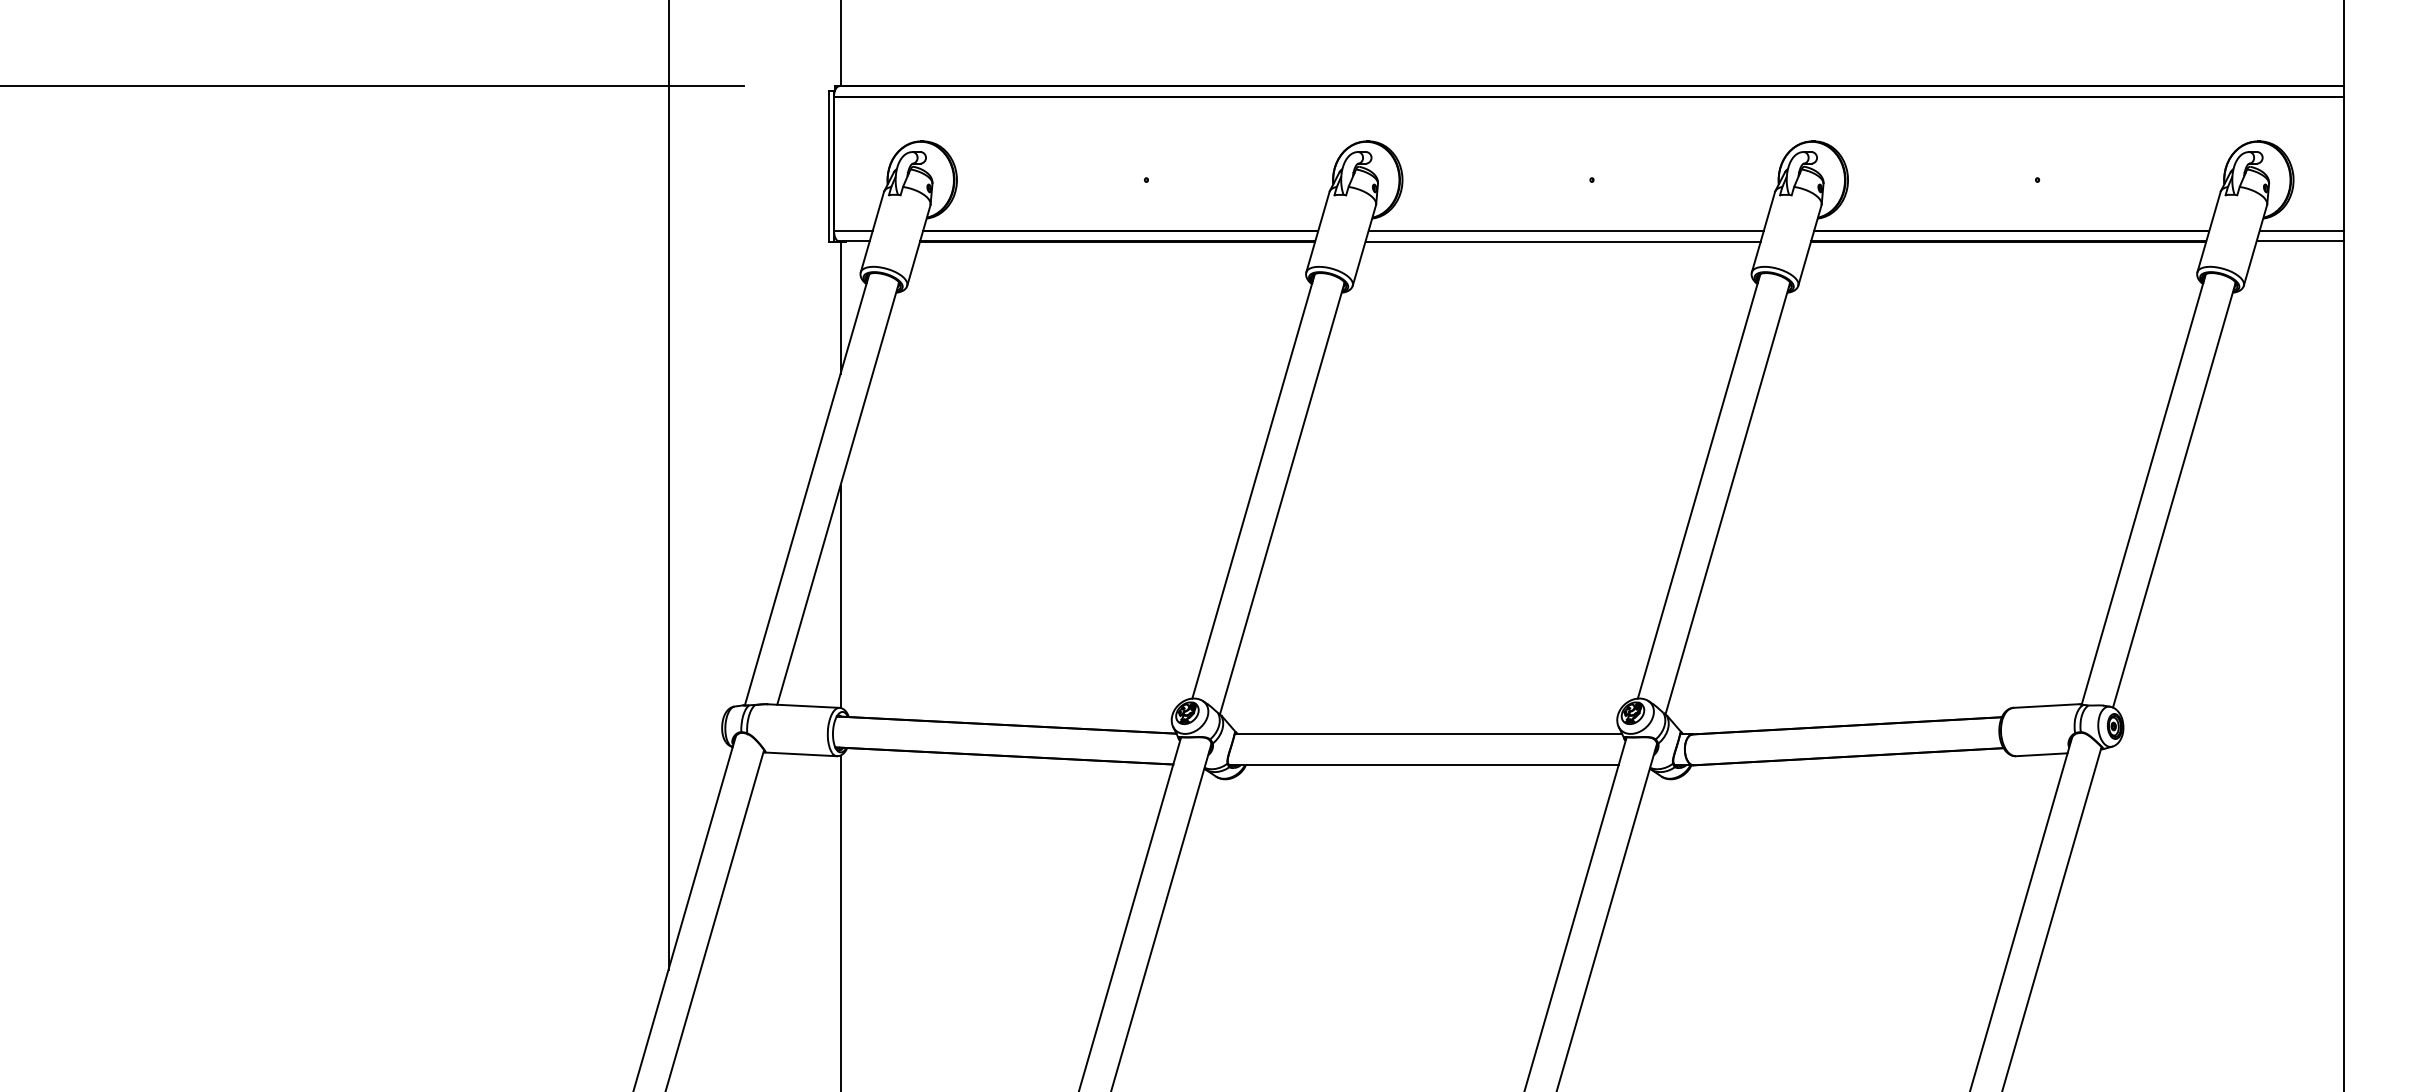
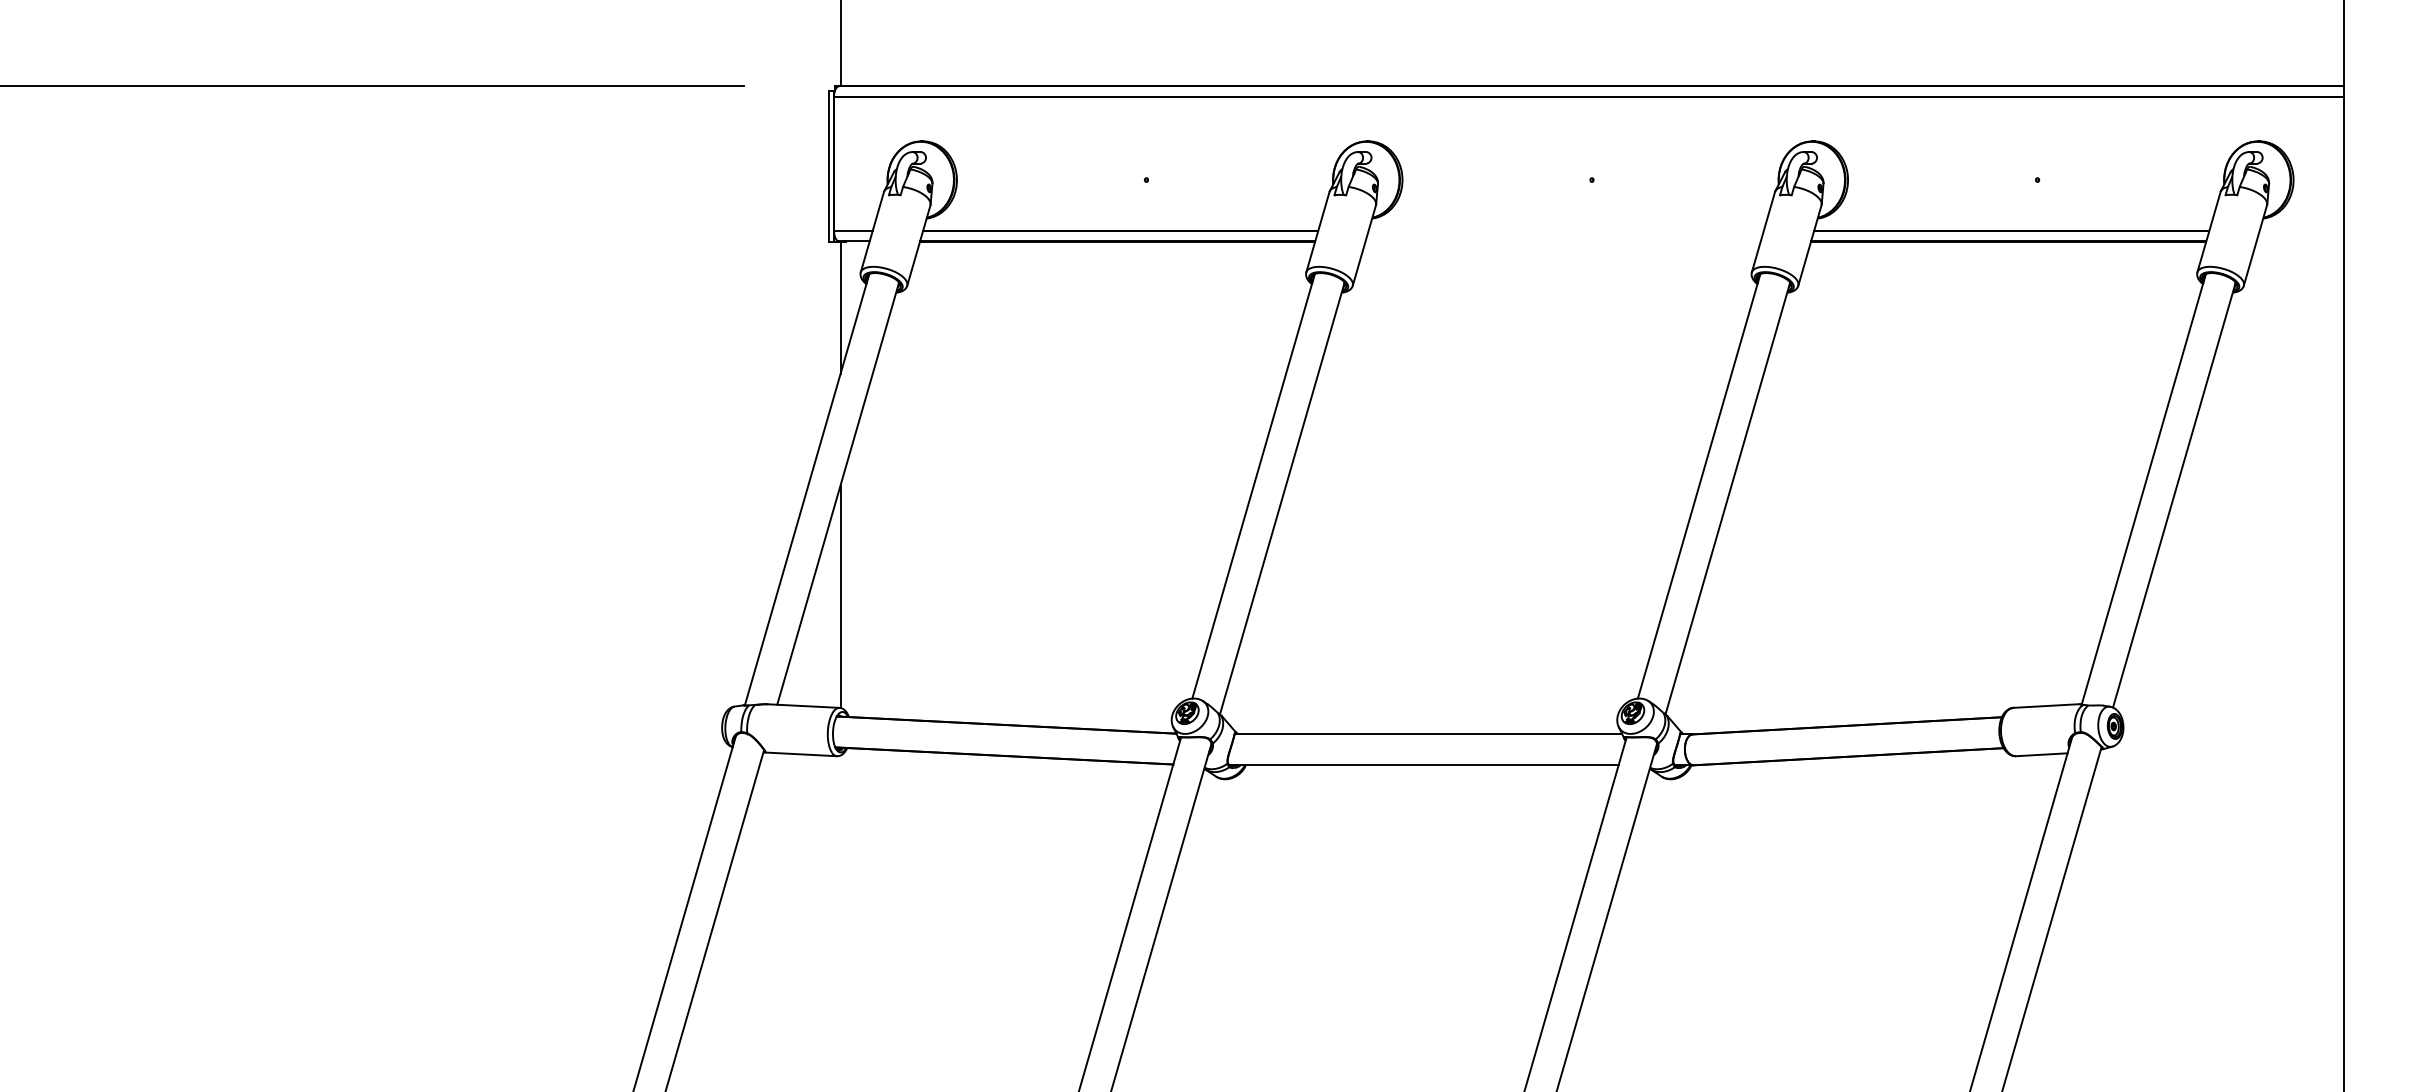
line at (1565, 230): present -> none
line at (2301, 230): present -> none
line at (1562, 241): present -> none
line at (2299, 241): present -> none
line at (668, 485): present -> none
line at (840, 921): present -> none
